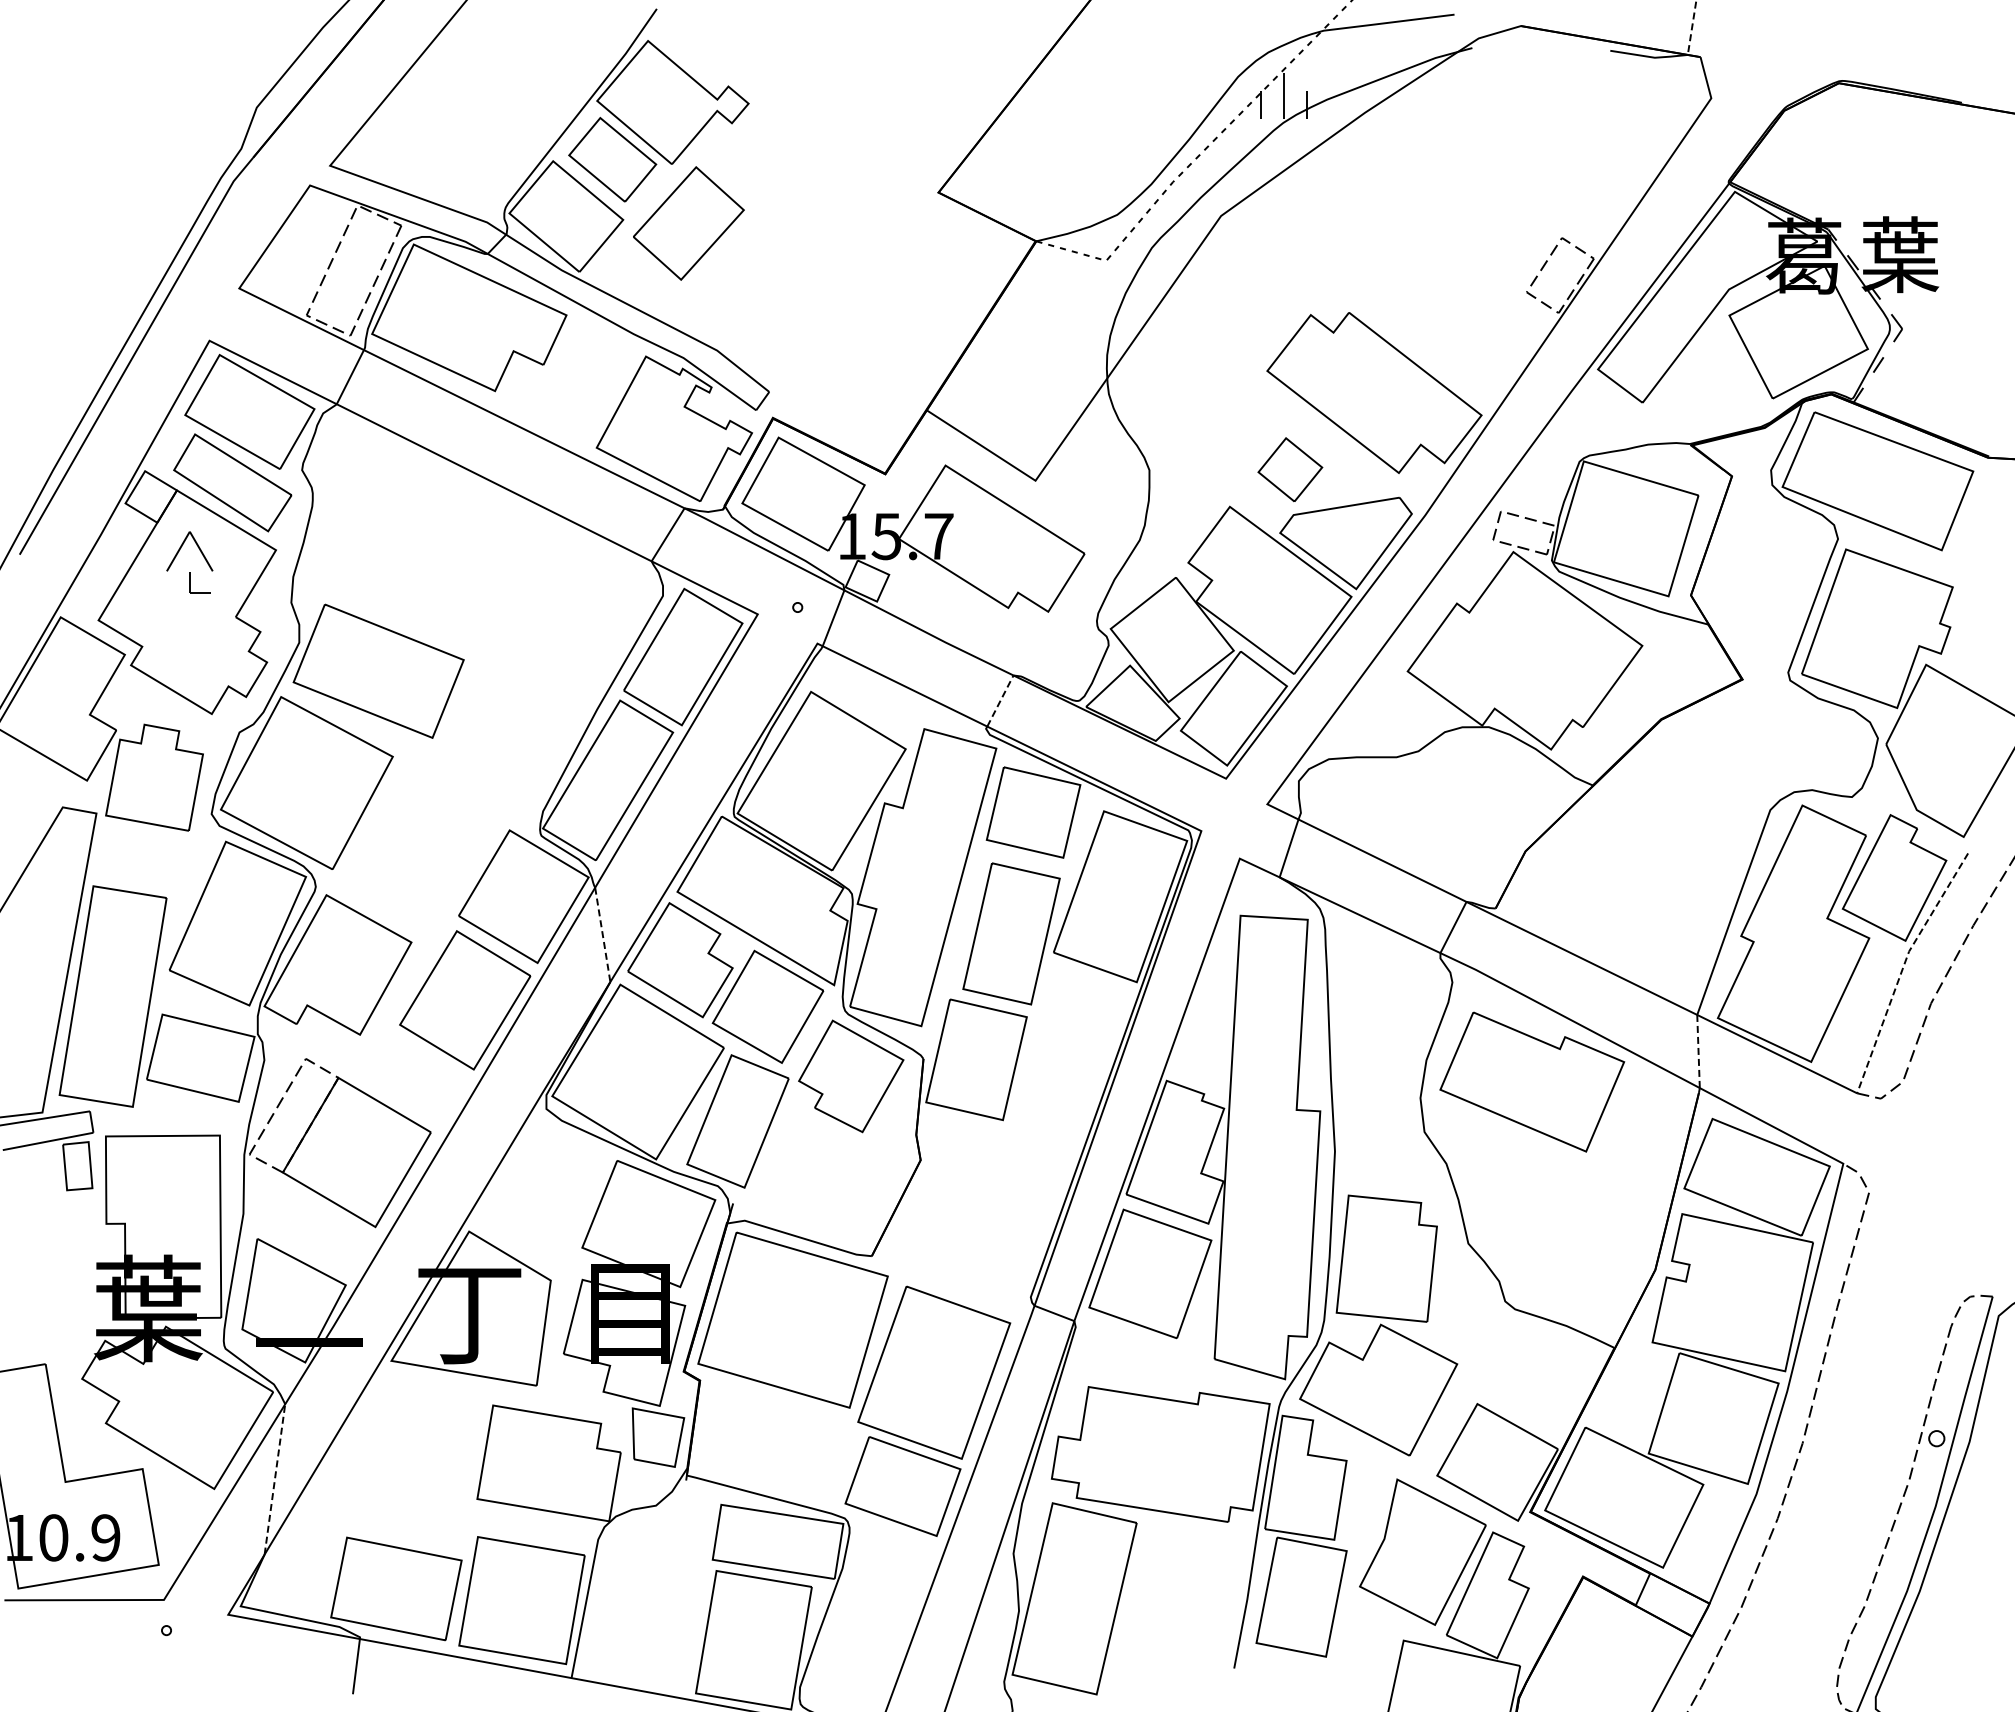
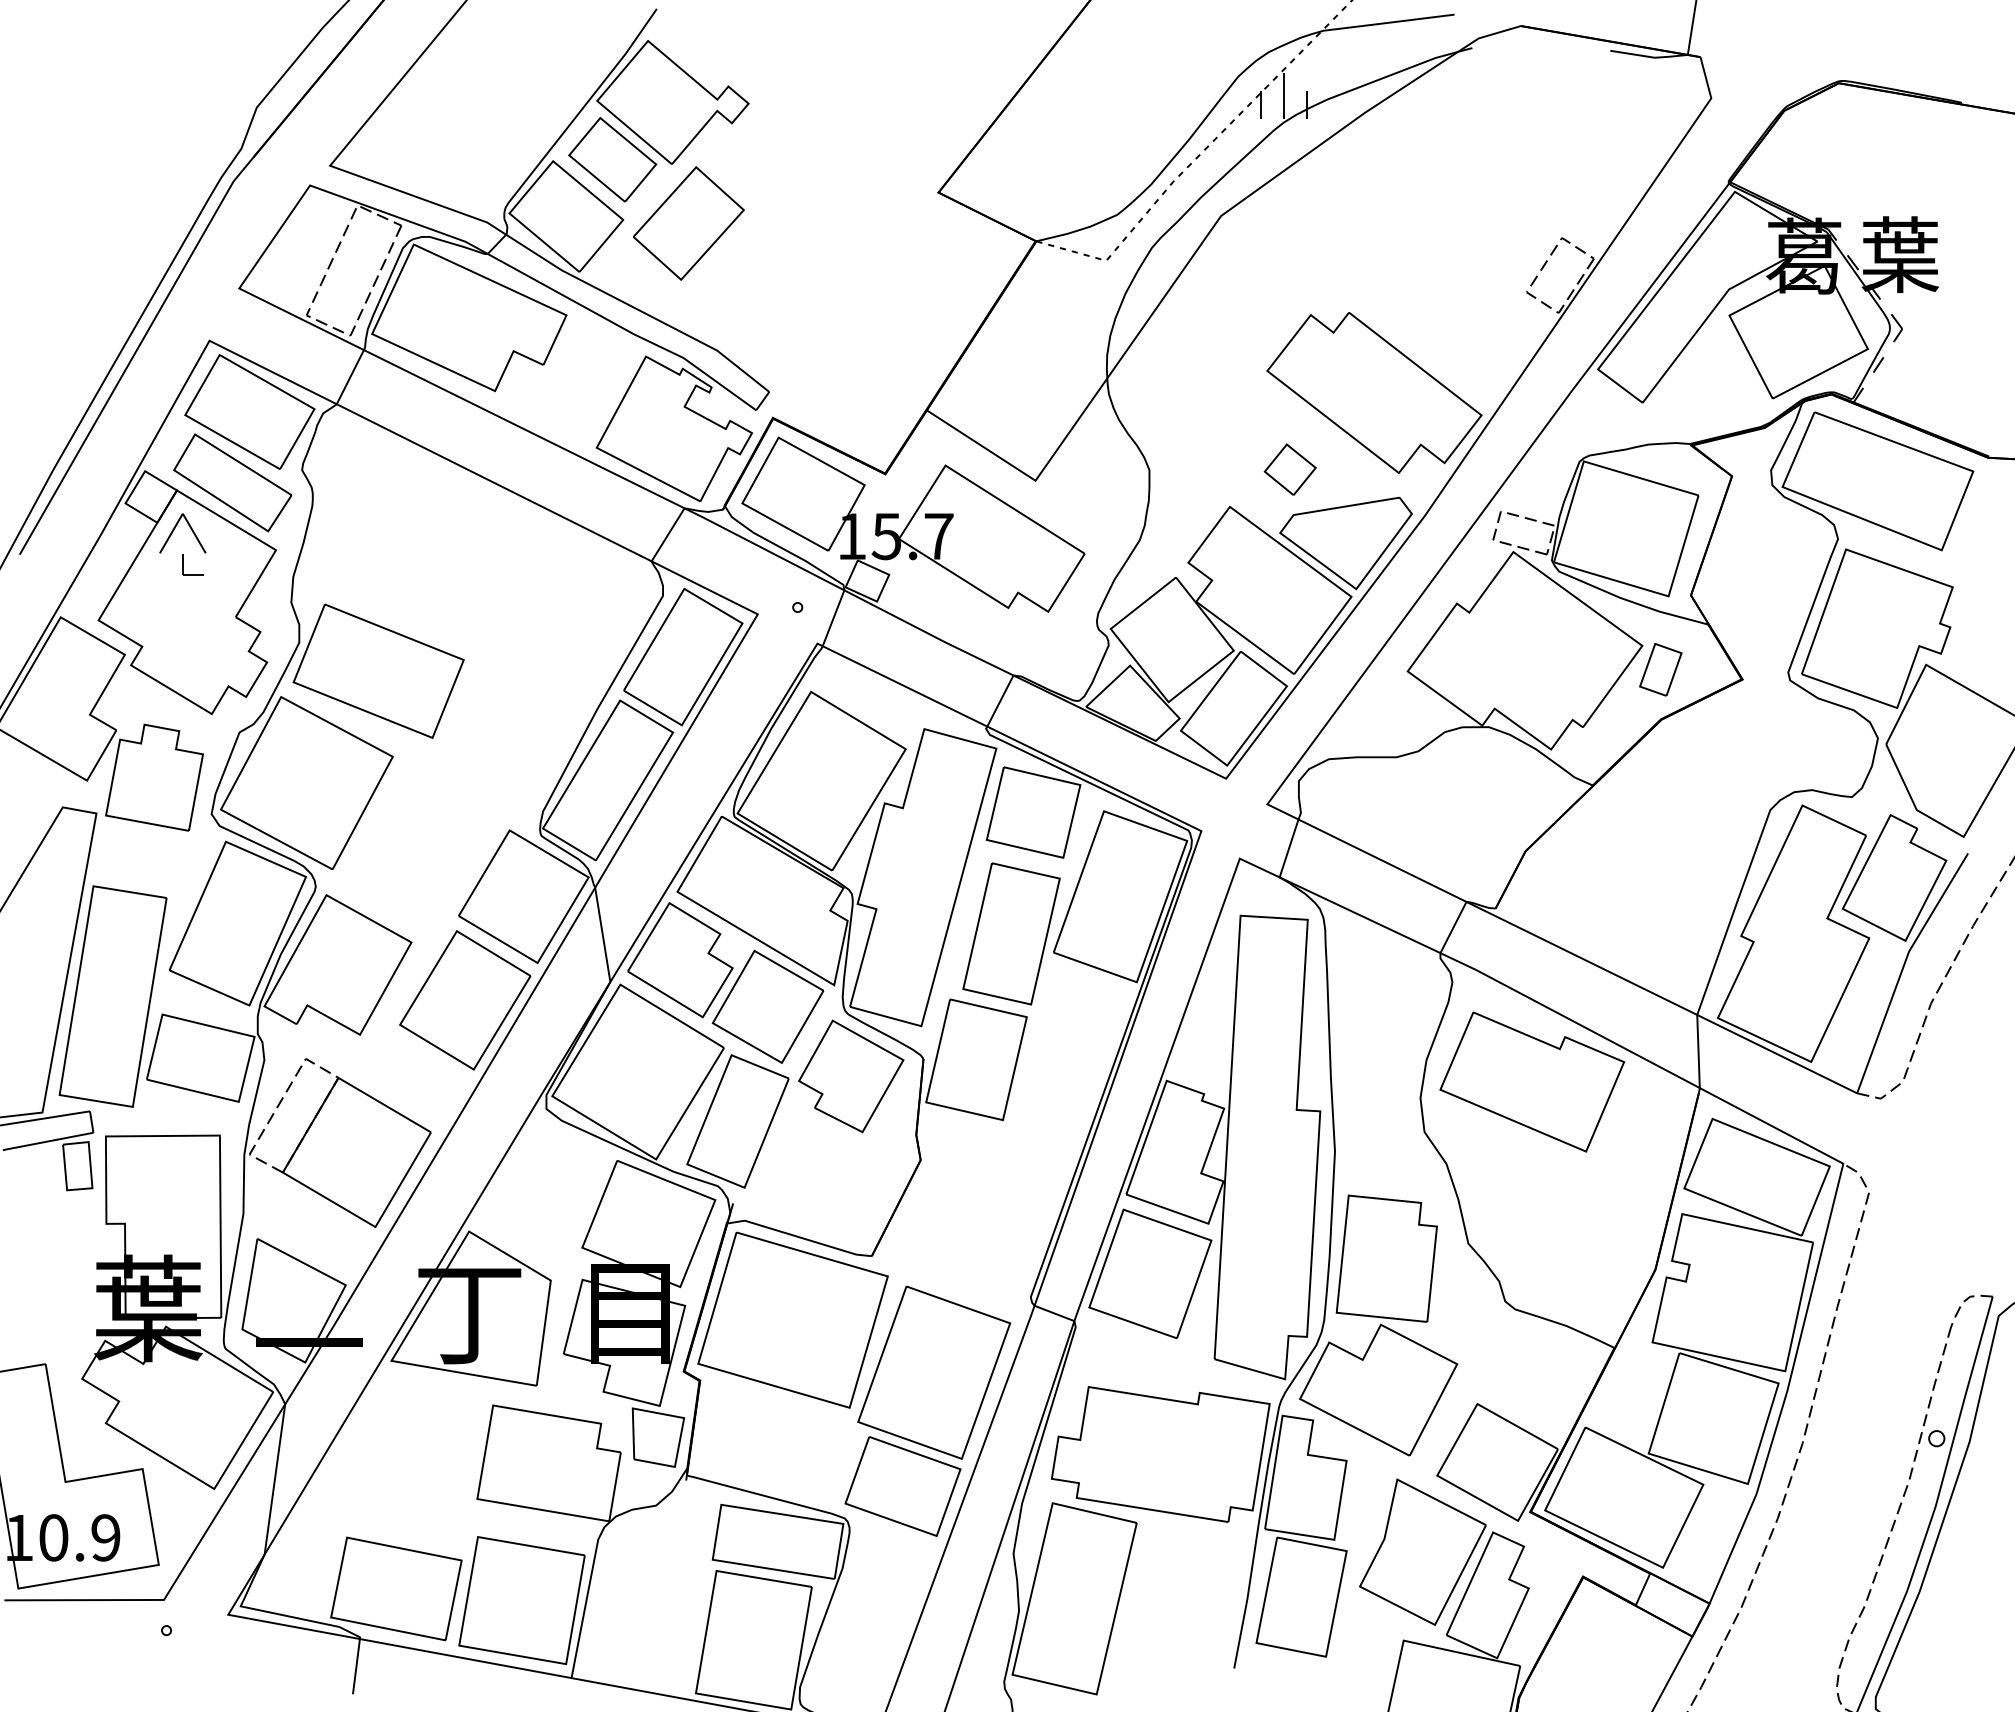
line at (1692, 28): dashed -> solid
part at (1290, 469) size: 67x66 px -> 54x53 px
part at (189, 572) position: (189, 572) -> (182, 554)
part at (1660, 669): none -> present
line at (1000, 701): dashed -> solid
line at (602, 934): dashed -> solid
line at (1902, 968): dashed -> solid
line at (1698, 1051): dashed -> solid
line at (274, 1479): dashed -> solid
